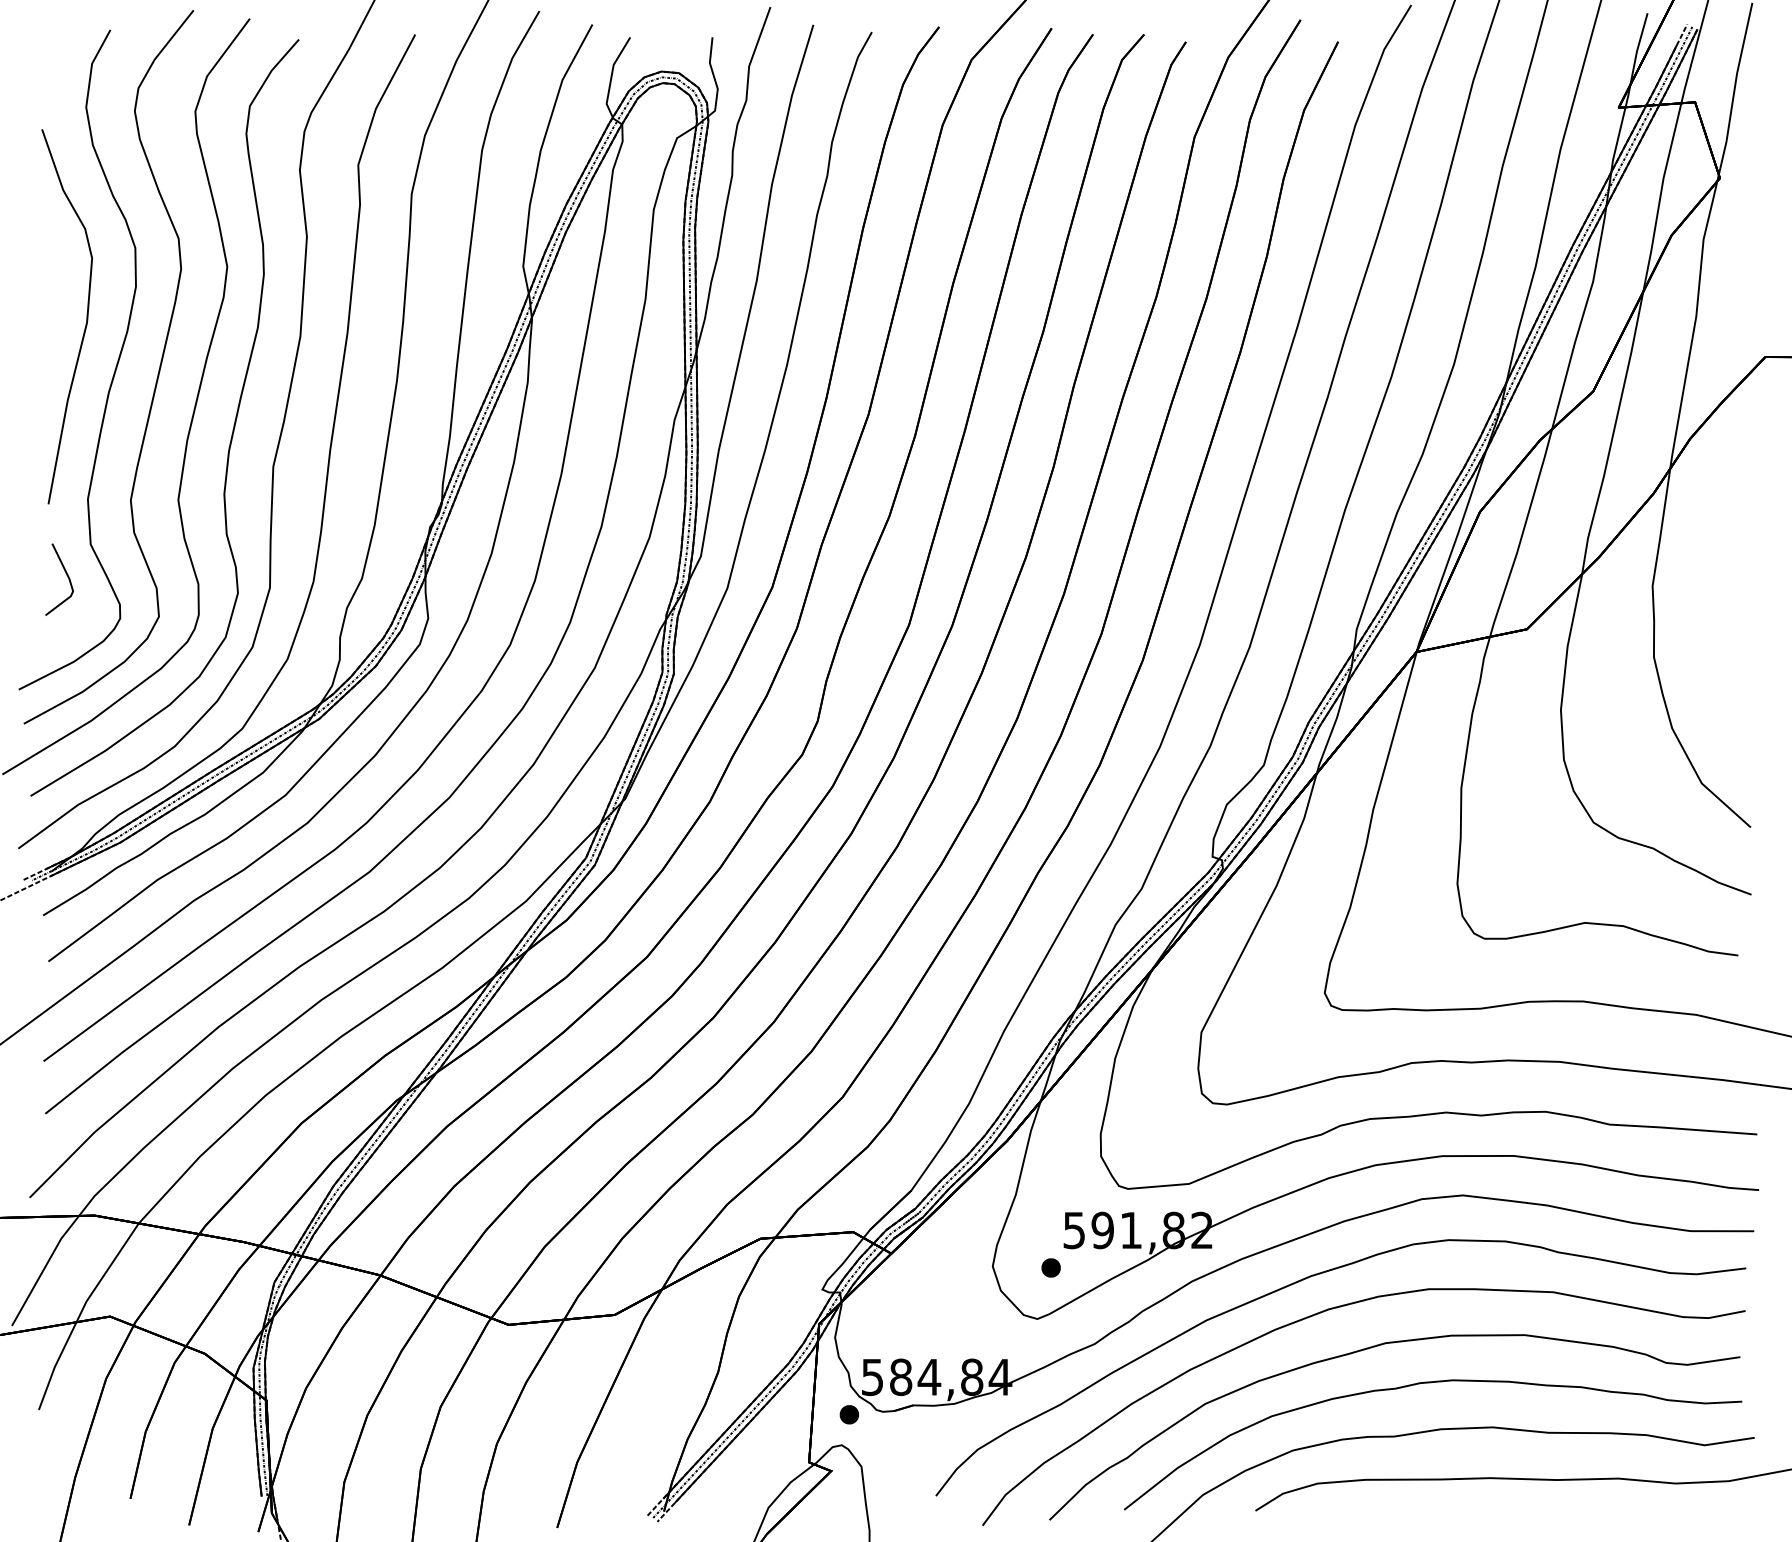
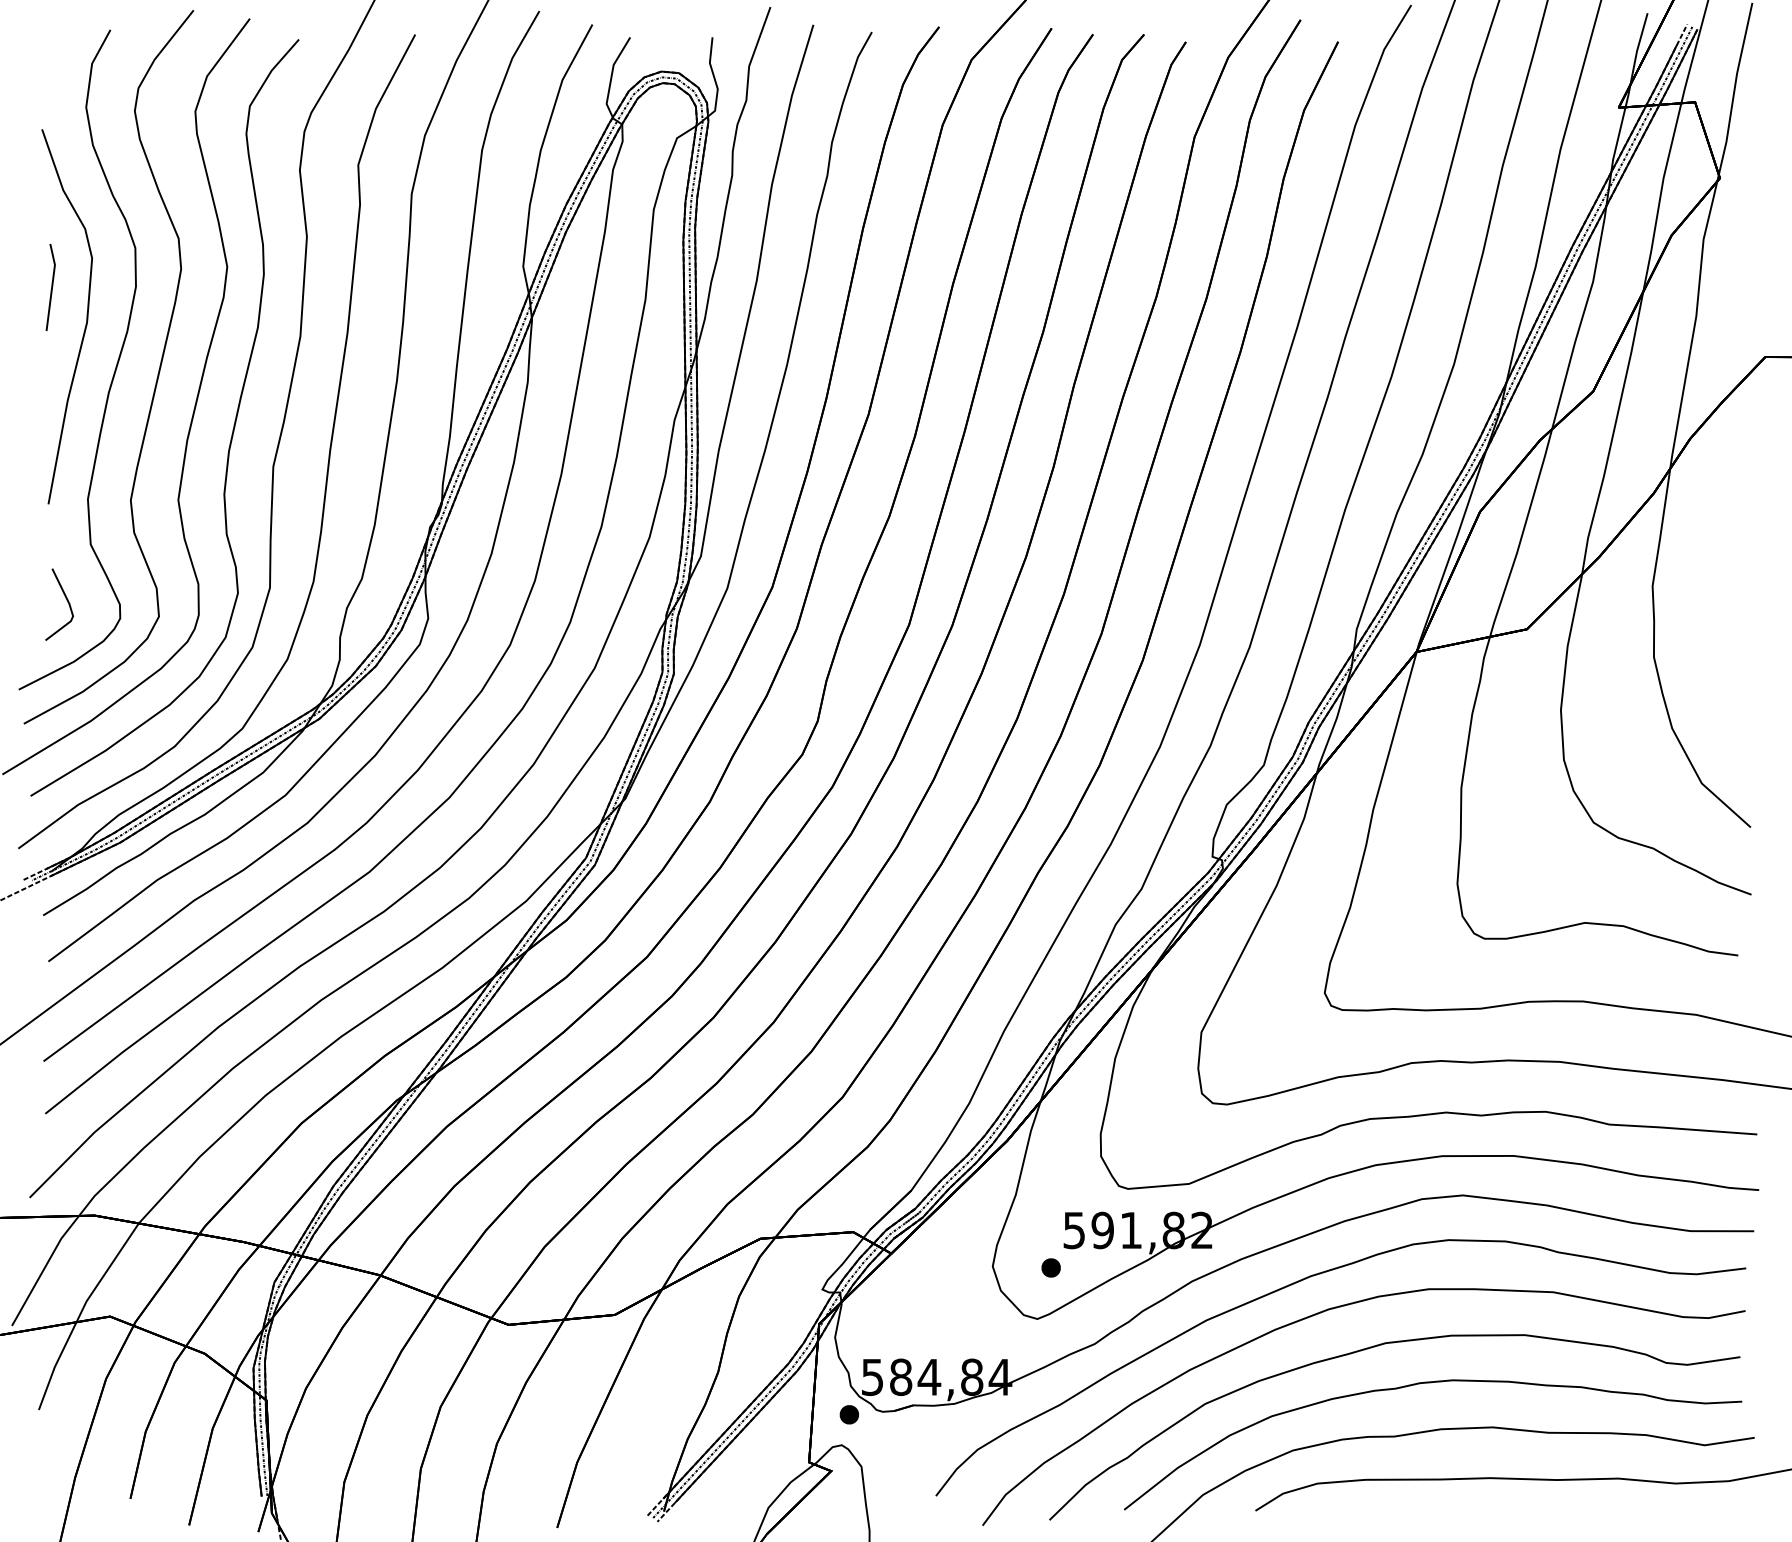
line at (51, 287): none -> present
line at (66, 575) position: (66, 575) -> (66, 600)
